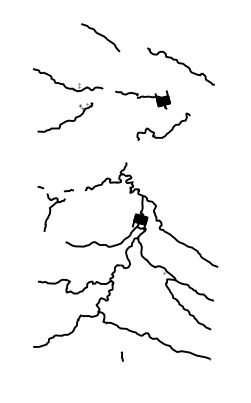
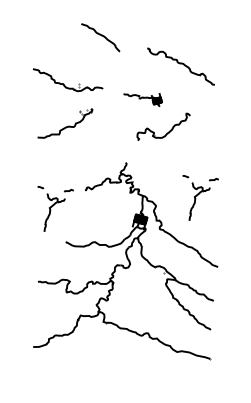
part at (142, 99) size: 56x20 px -> 40x15 px
part at (65, 117) position: (65, 117) -> (65, 123)
part at (200, 197): none -> present
curve at (121, 356): present -> none
